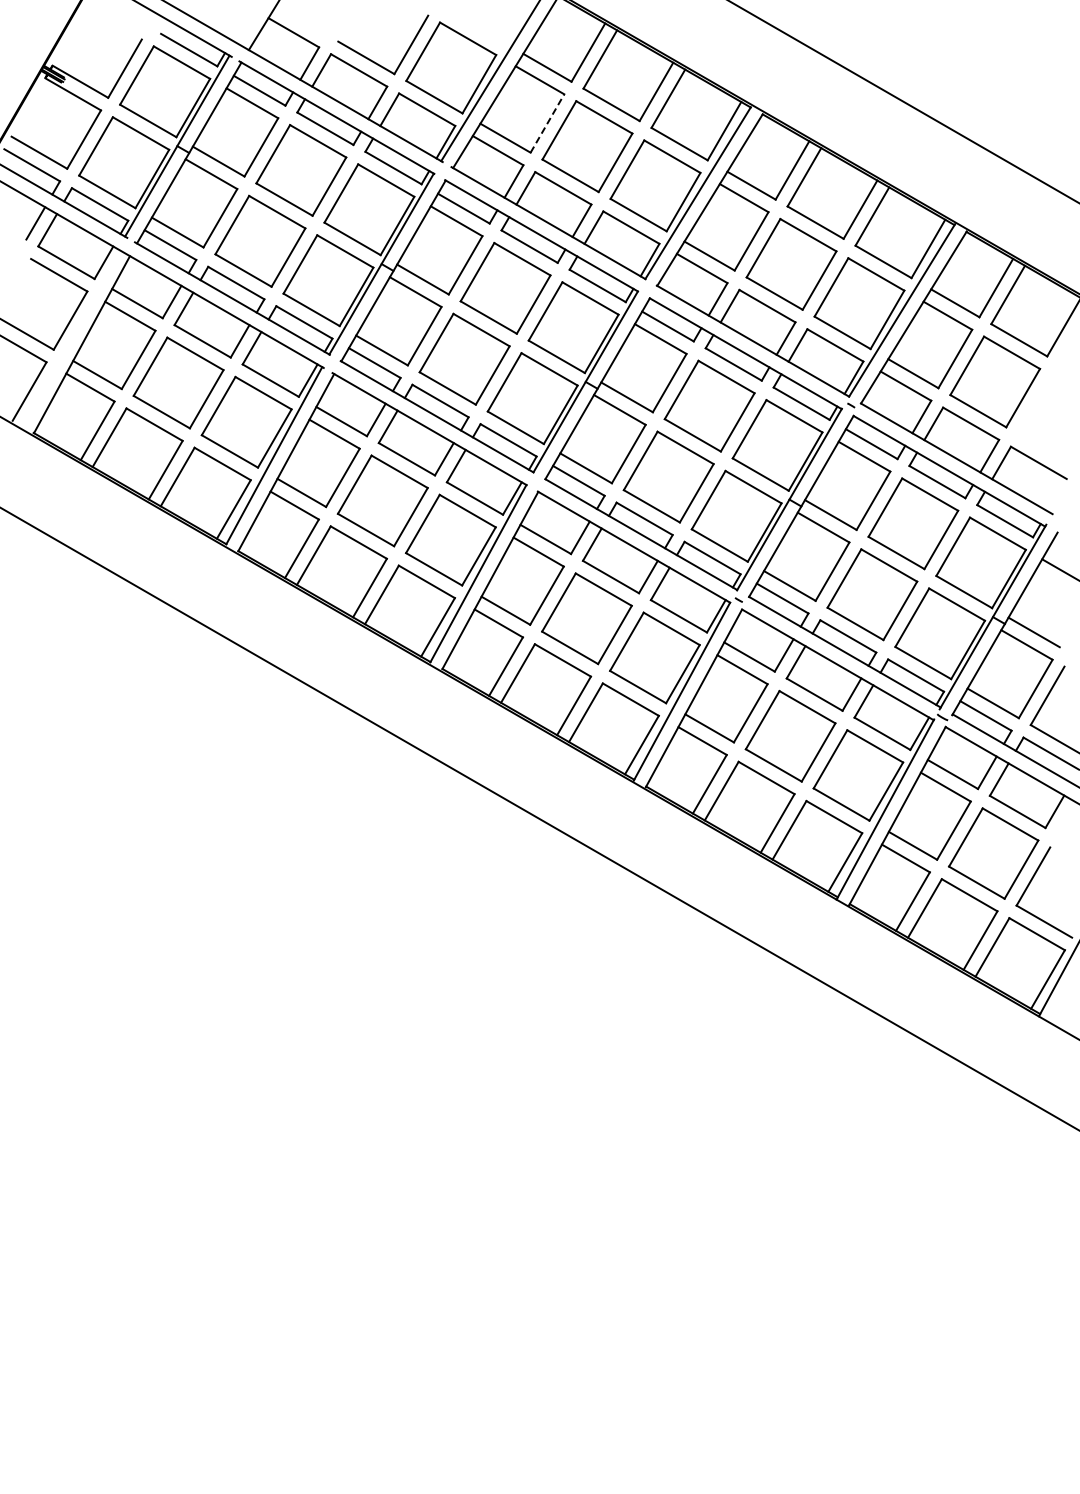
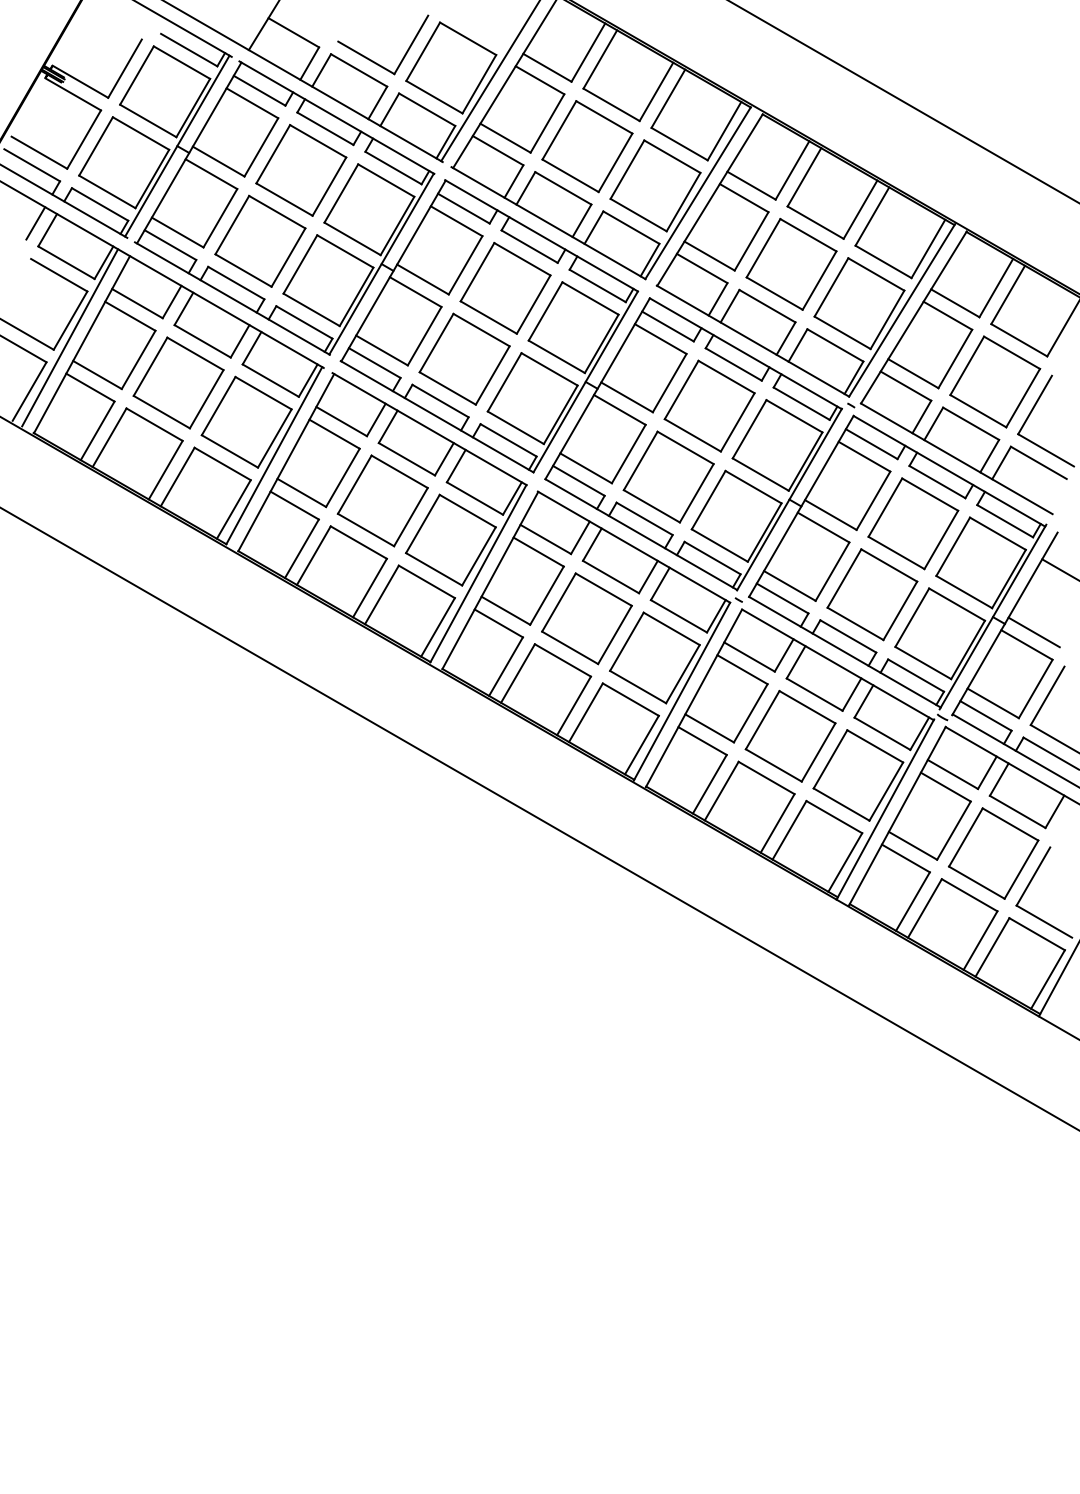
line at (547, 123): dashed -> solid
line at (70, 337): none -> present
part at (1031, 413): none -> present
